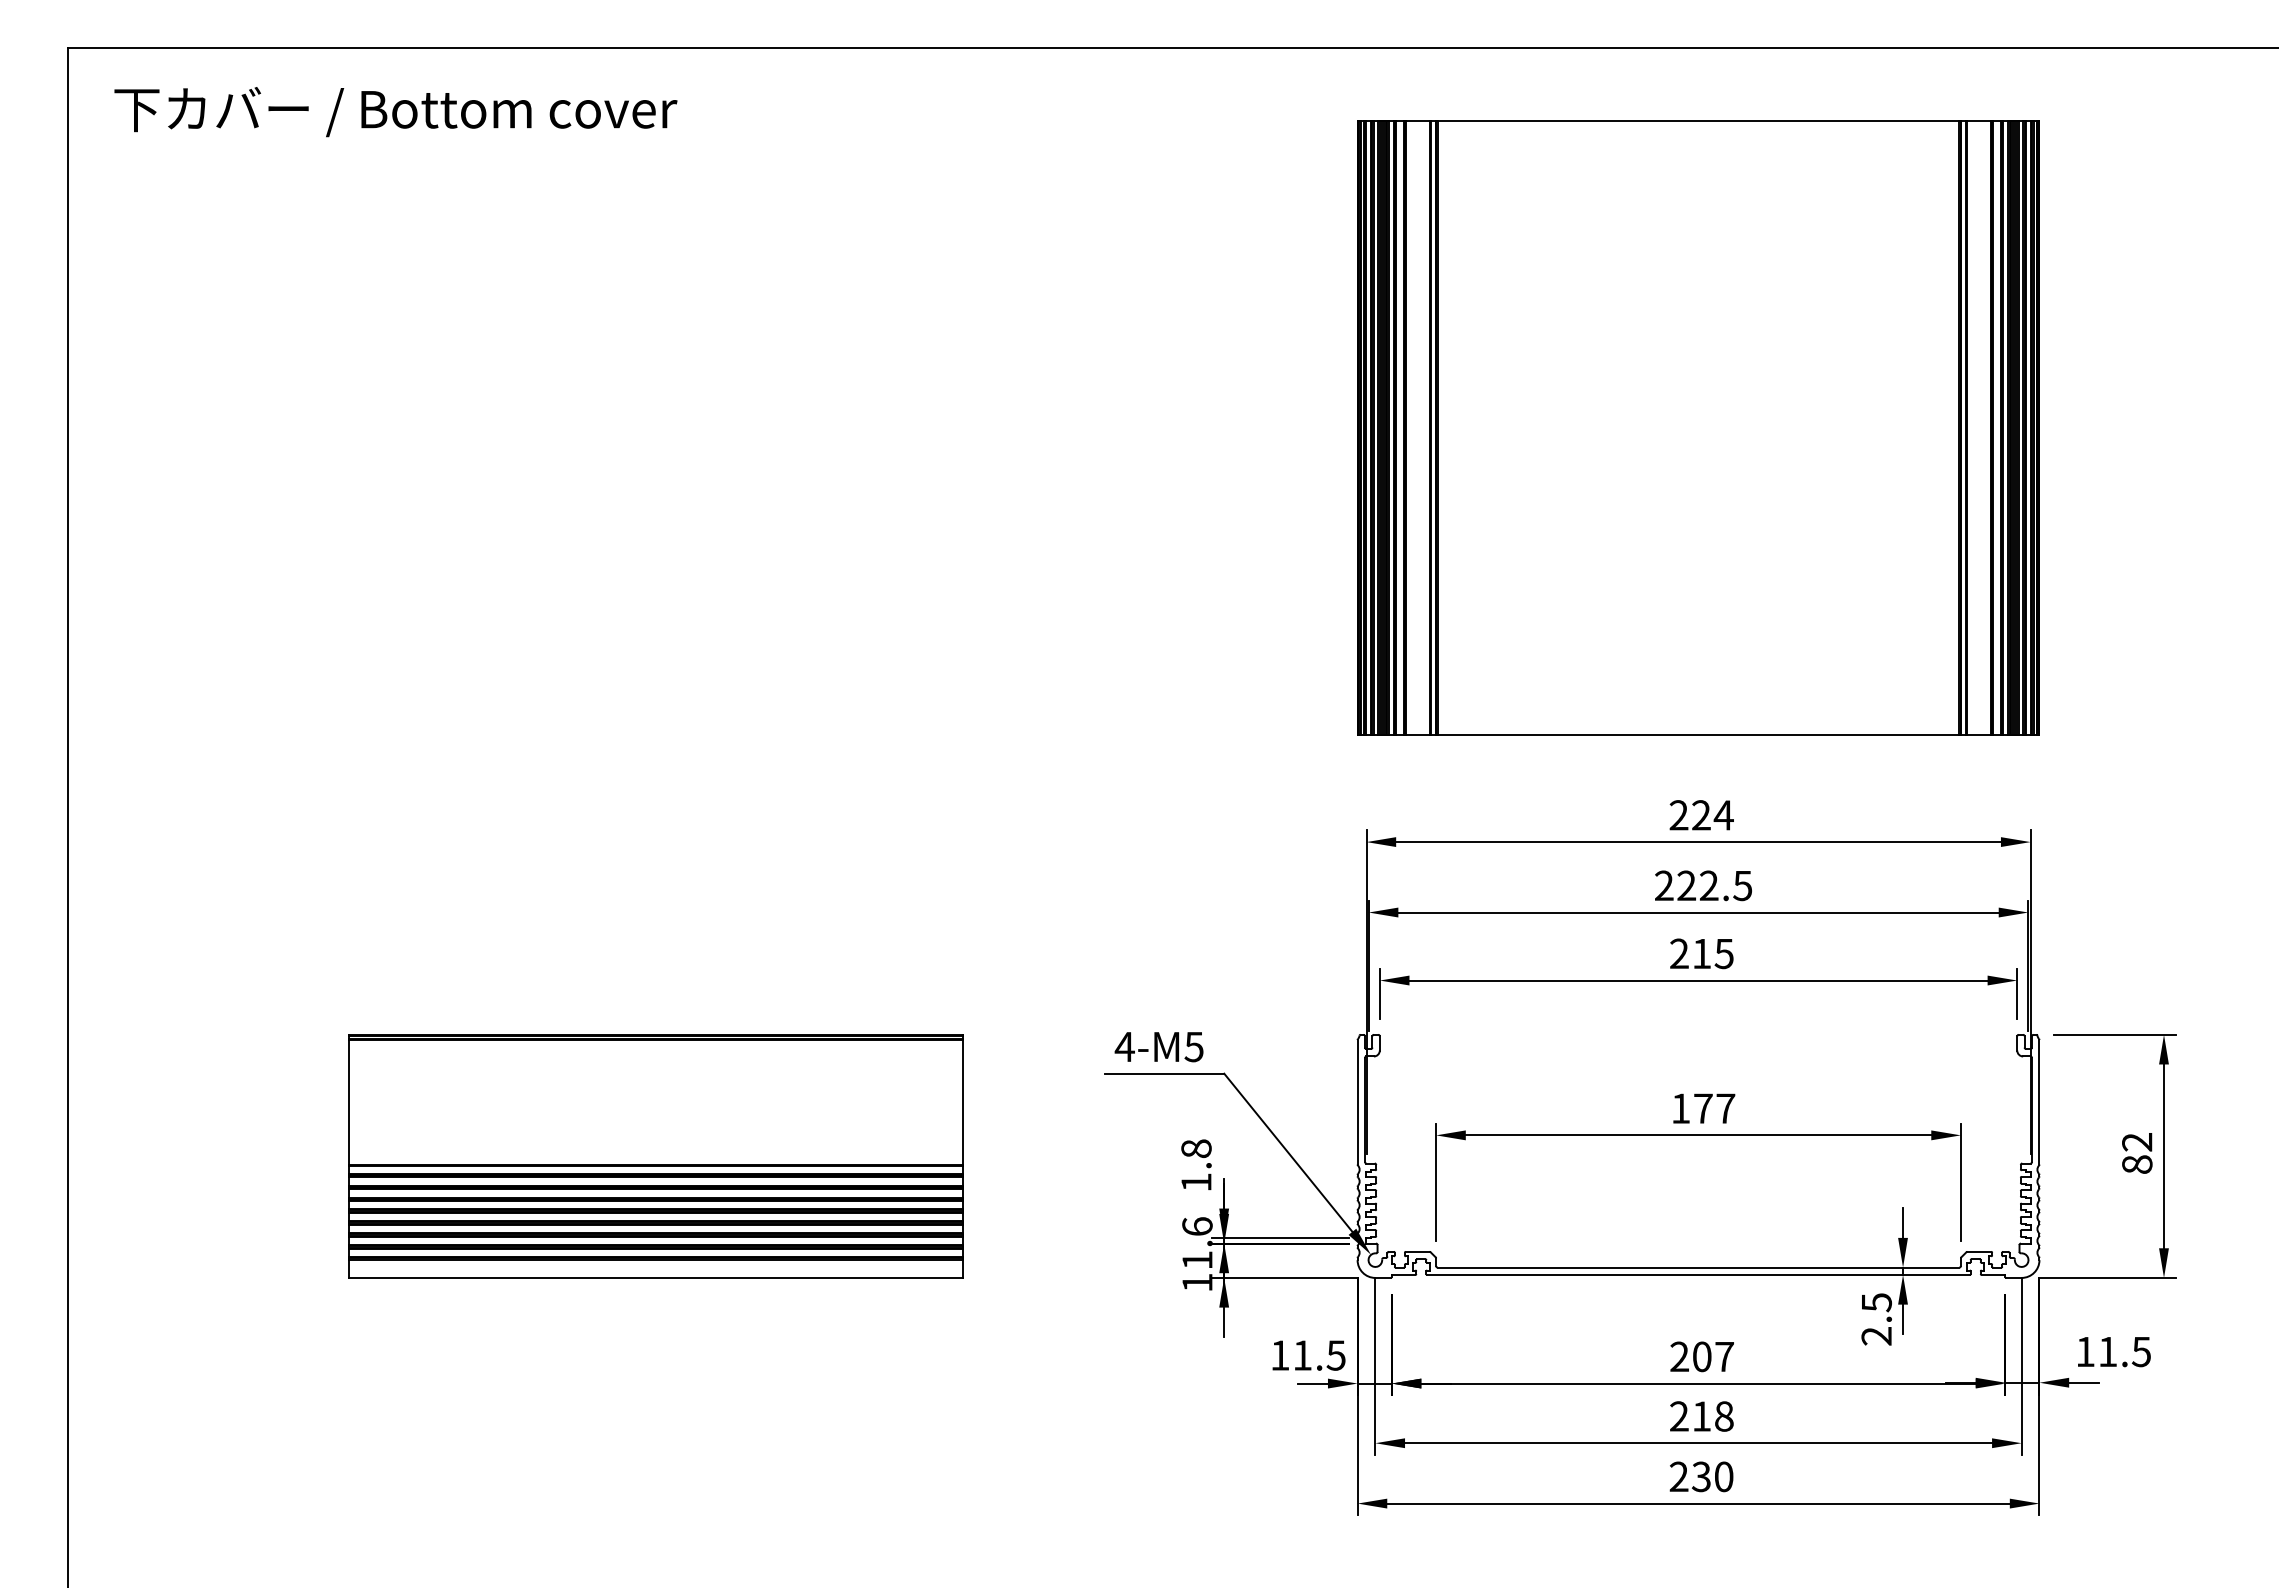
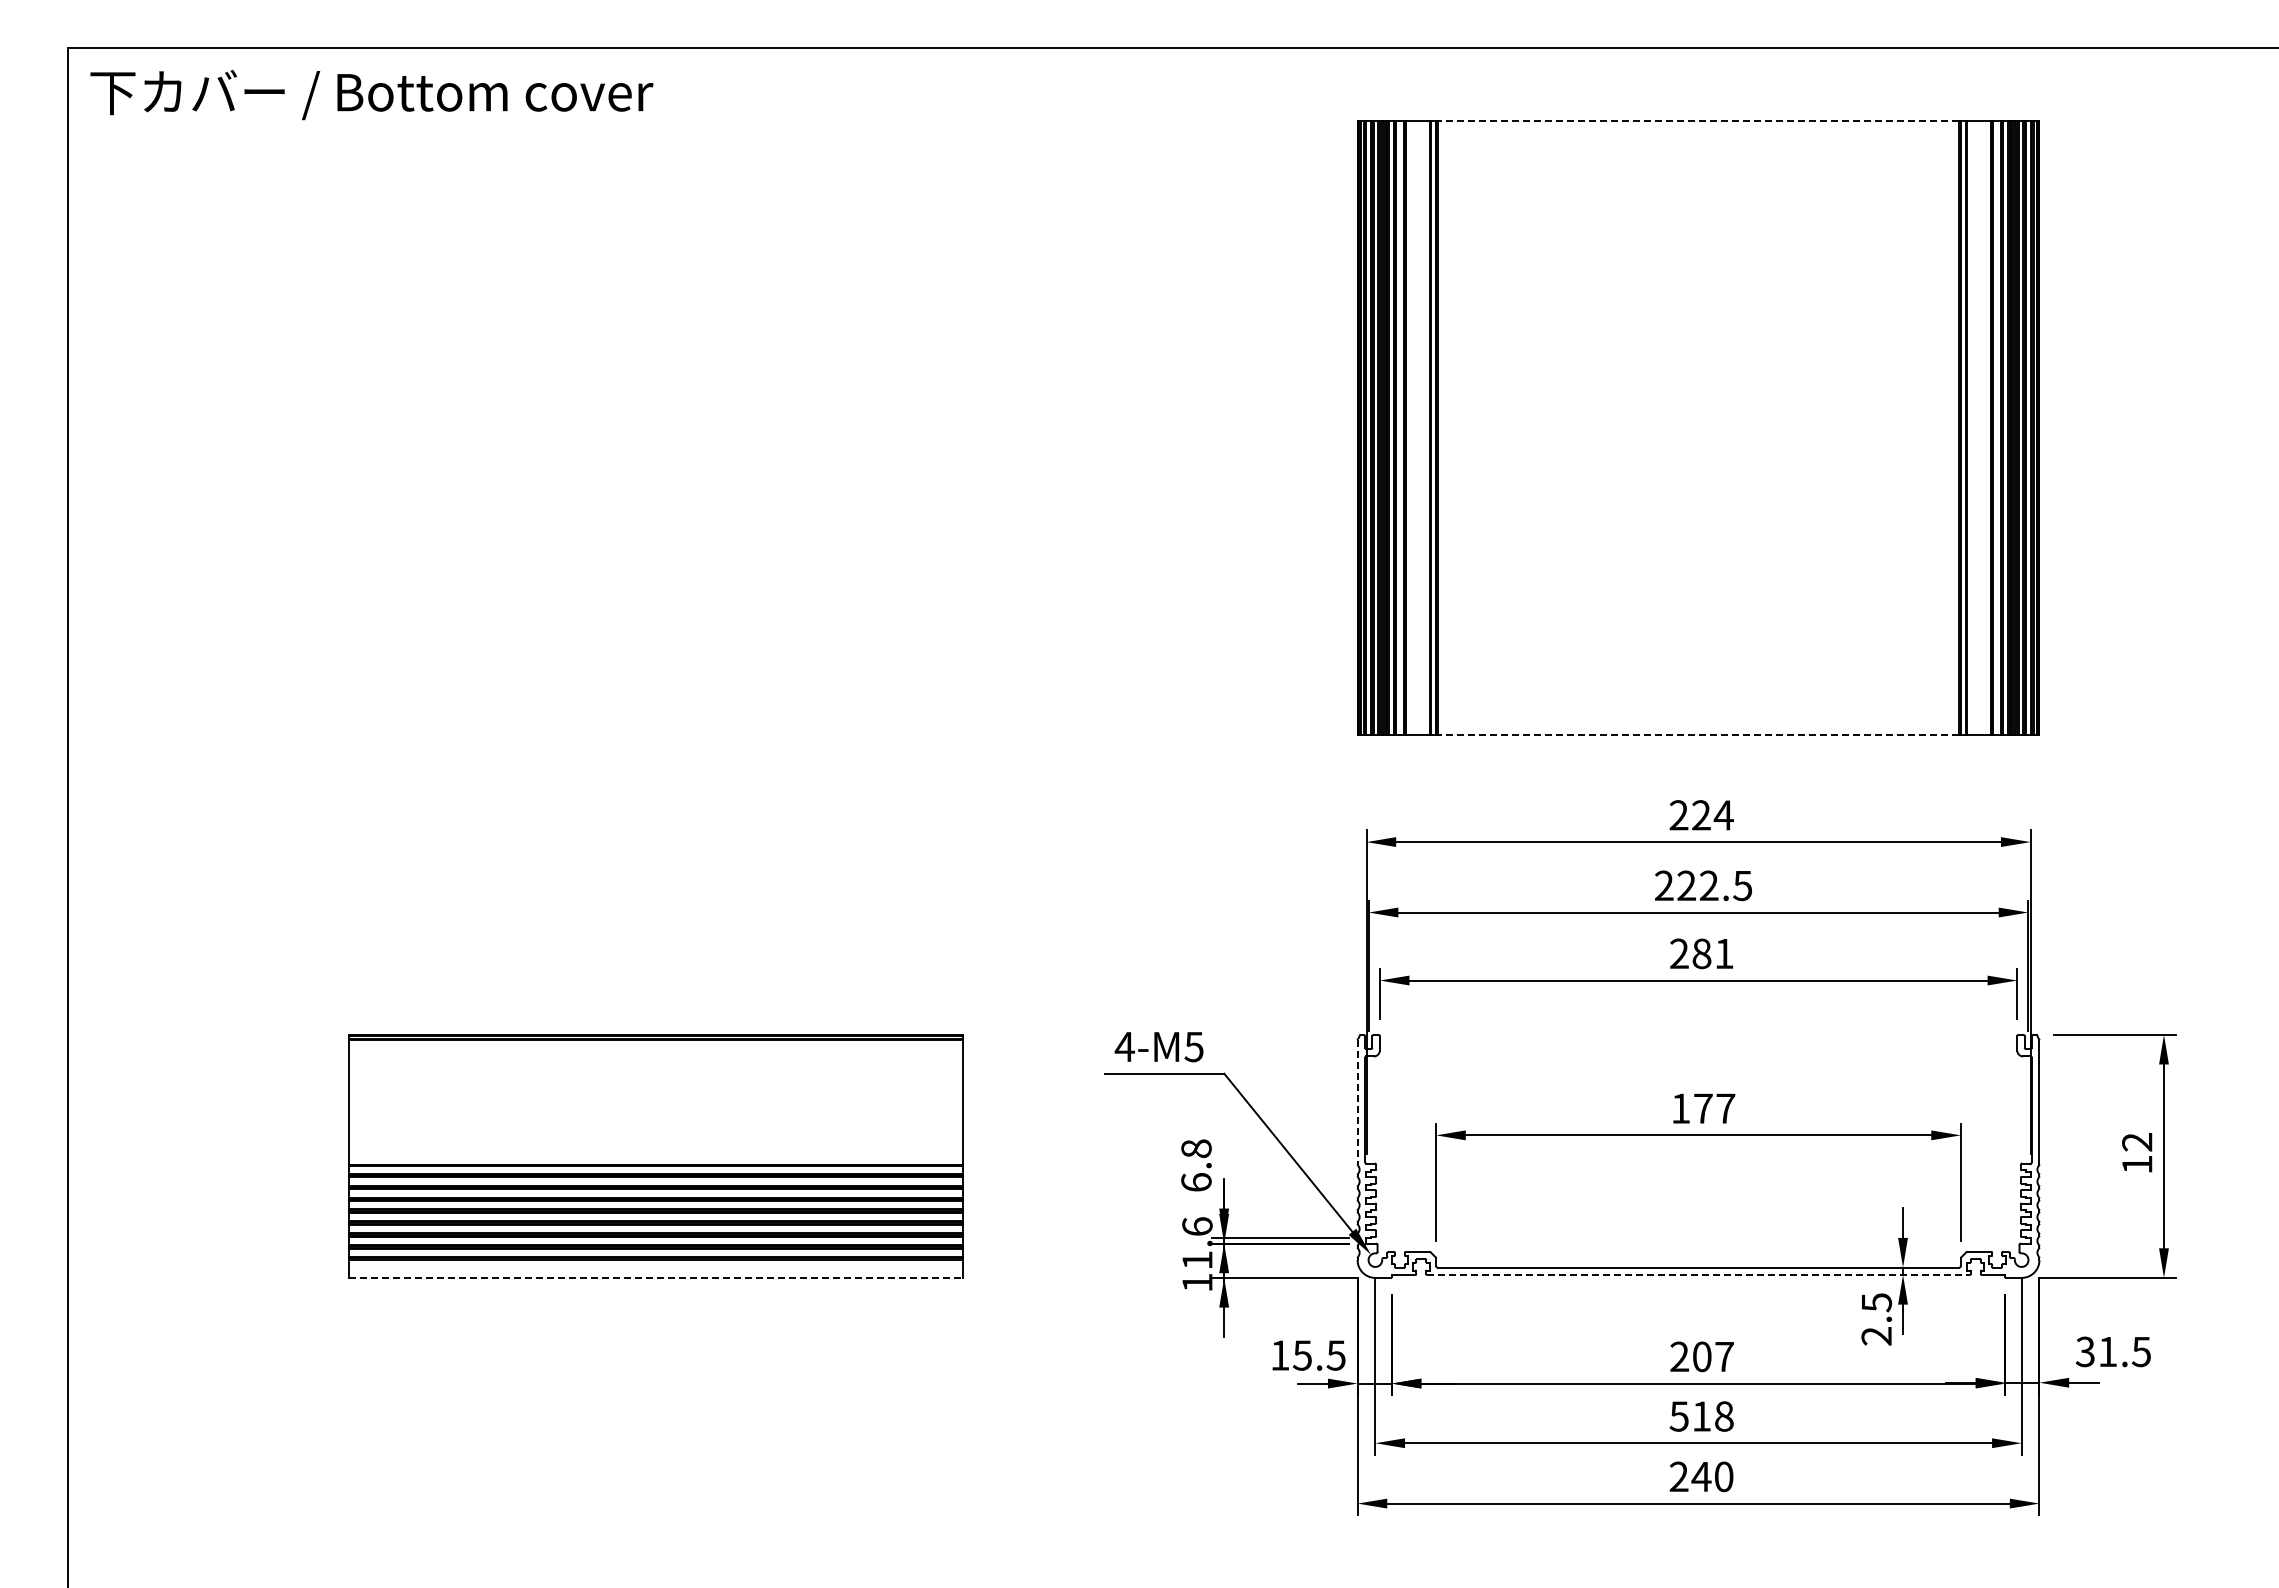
text at (395, 112) position: (395, 112) -> (371, 95)
line at (1698, 121): solid -> dashed
line at (1698, 734): solid -> dashed
text at (1712, 953): 215 -> 281
line at (1357, 1102): solid -> dashed
text at (2137, 1164): 82 -> 12
text at (1196, 1182): 1.8 -> 6.8
line at (1699, 1274): solid -> dashed
line at (656, 1277): solid -> dashed
text at (2084, 1351): 11.5 -> 31.5
text at (1302, 1355): 11.5 -> 15.5
text at (1678, 1416): 218 -> 518
text at (1701, 1476): 230 -> 240
